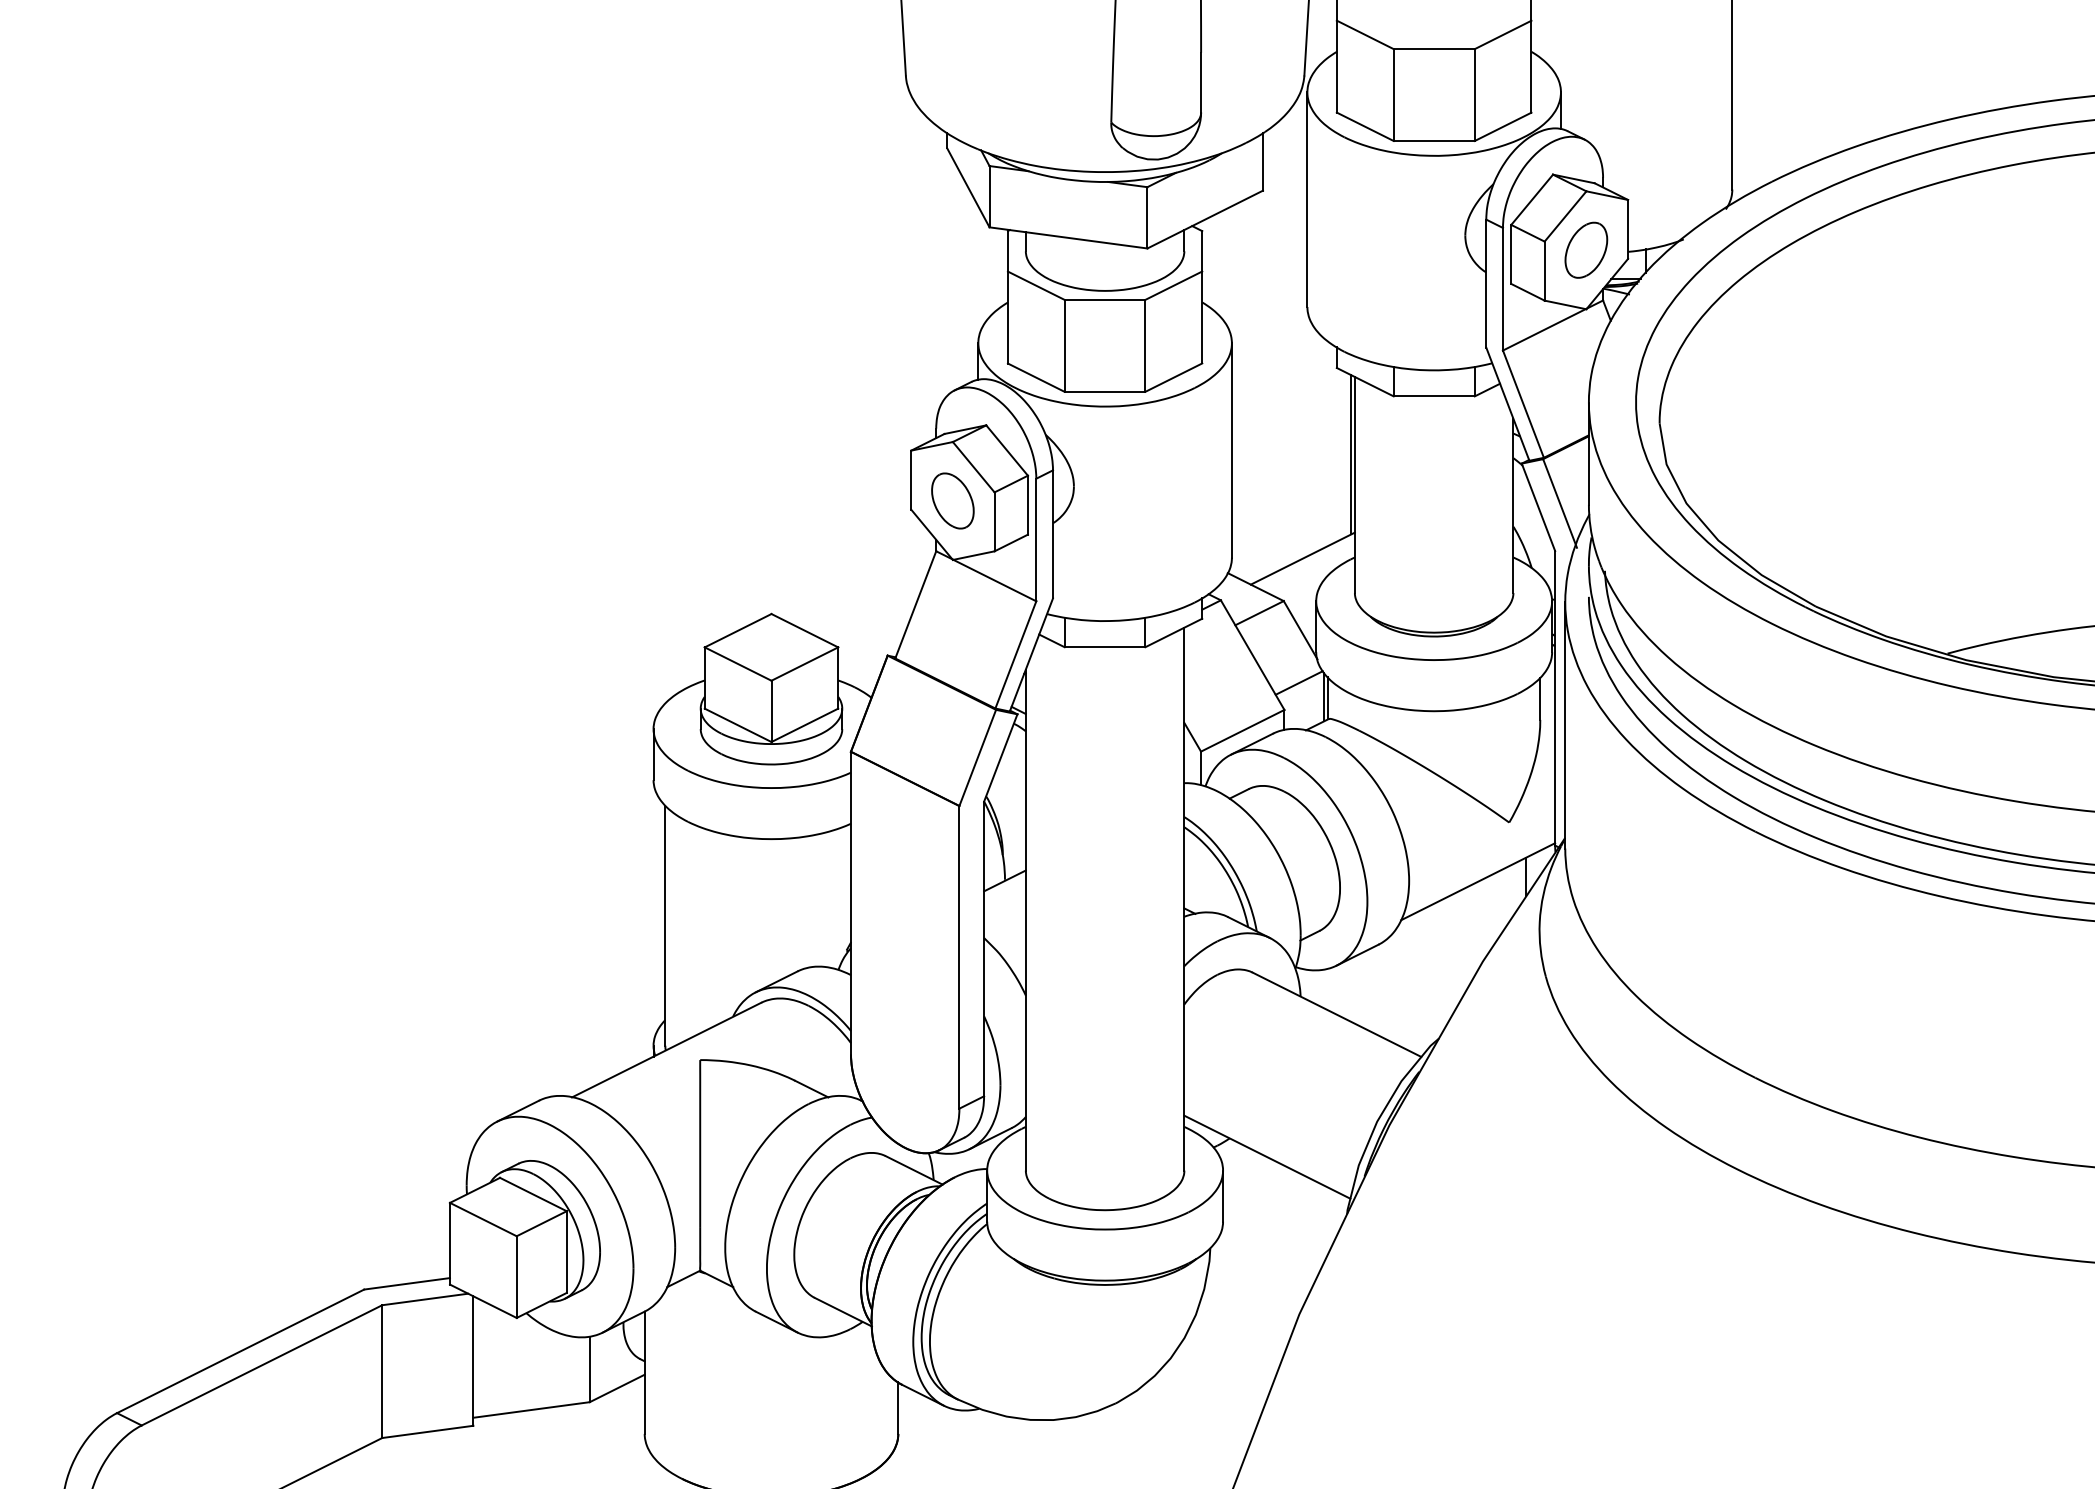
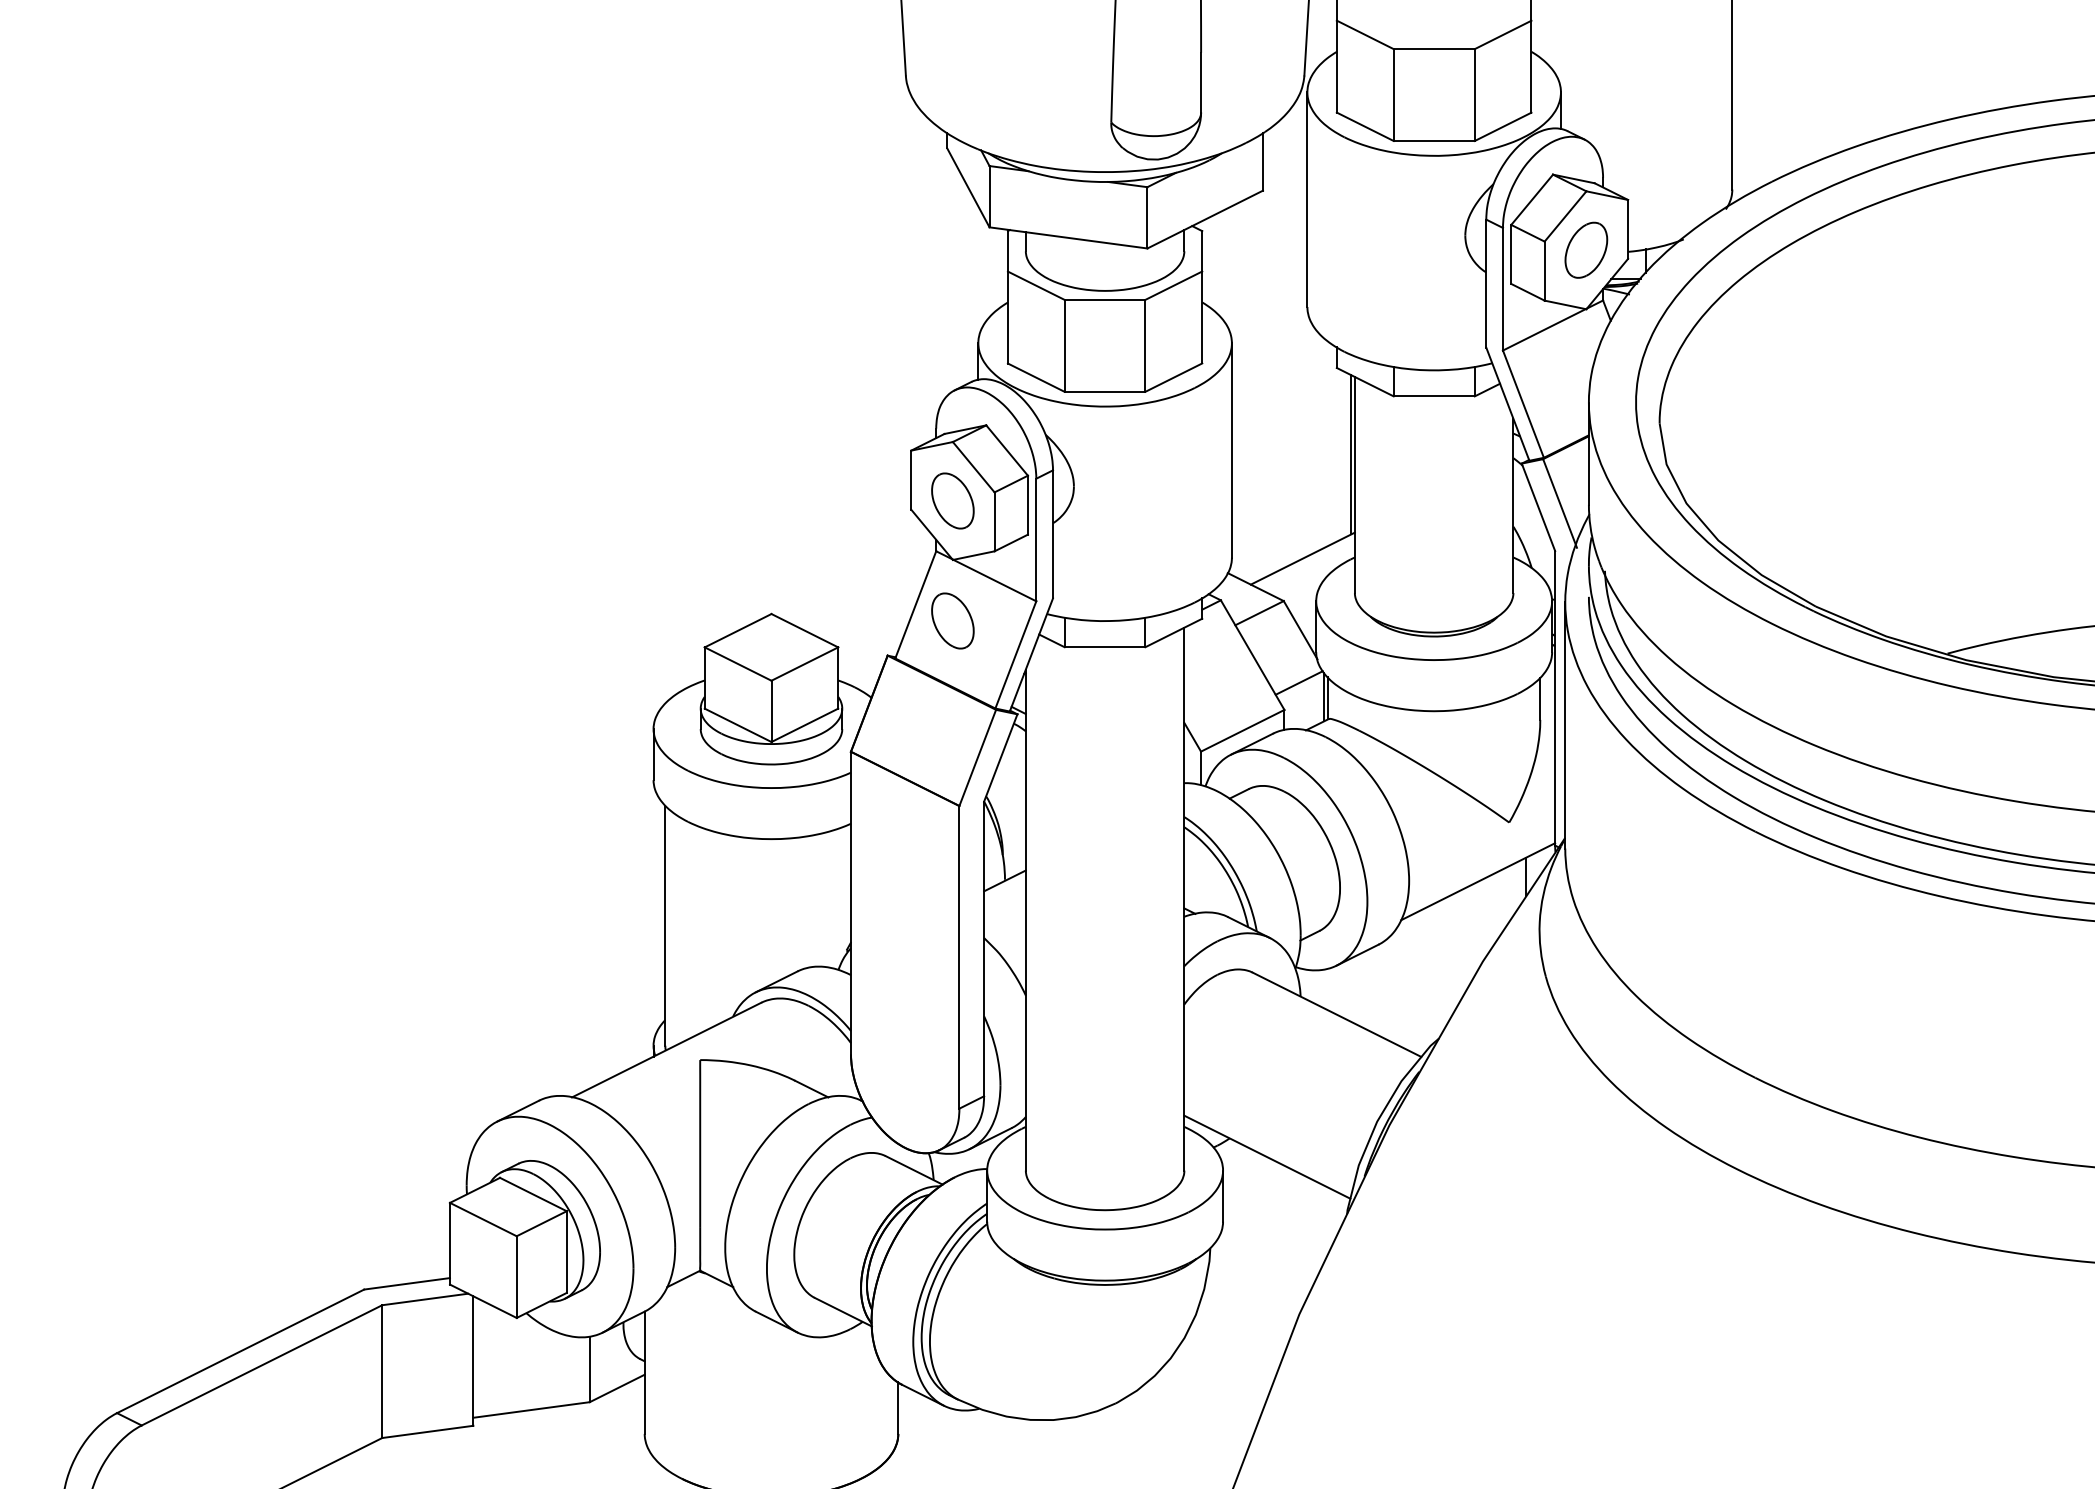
part at (952, 620): none -> present
